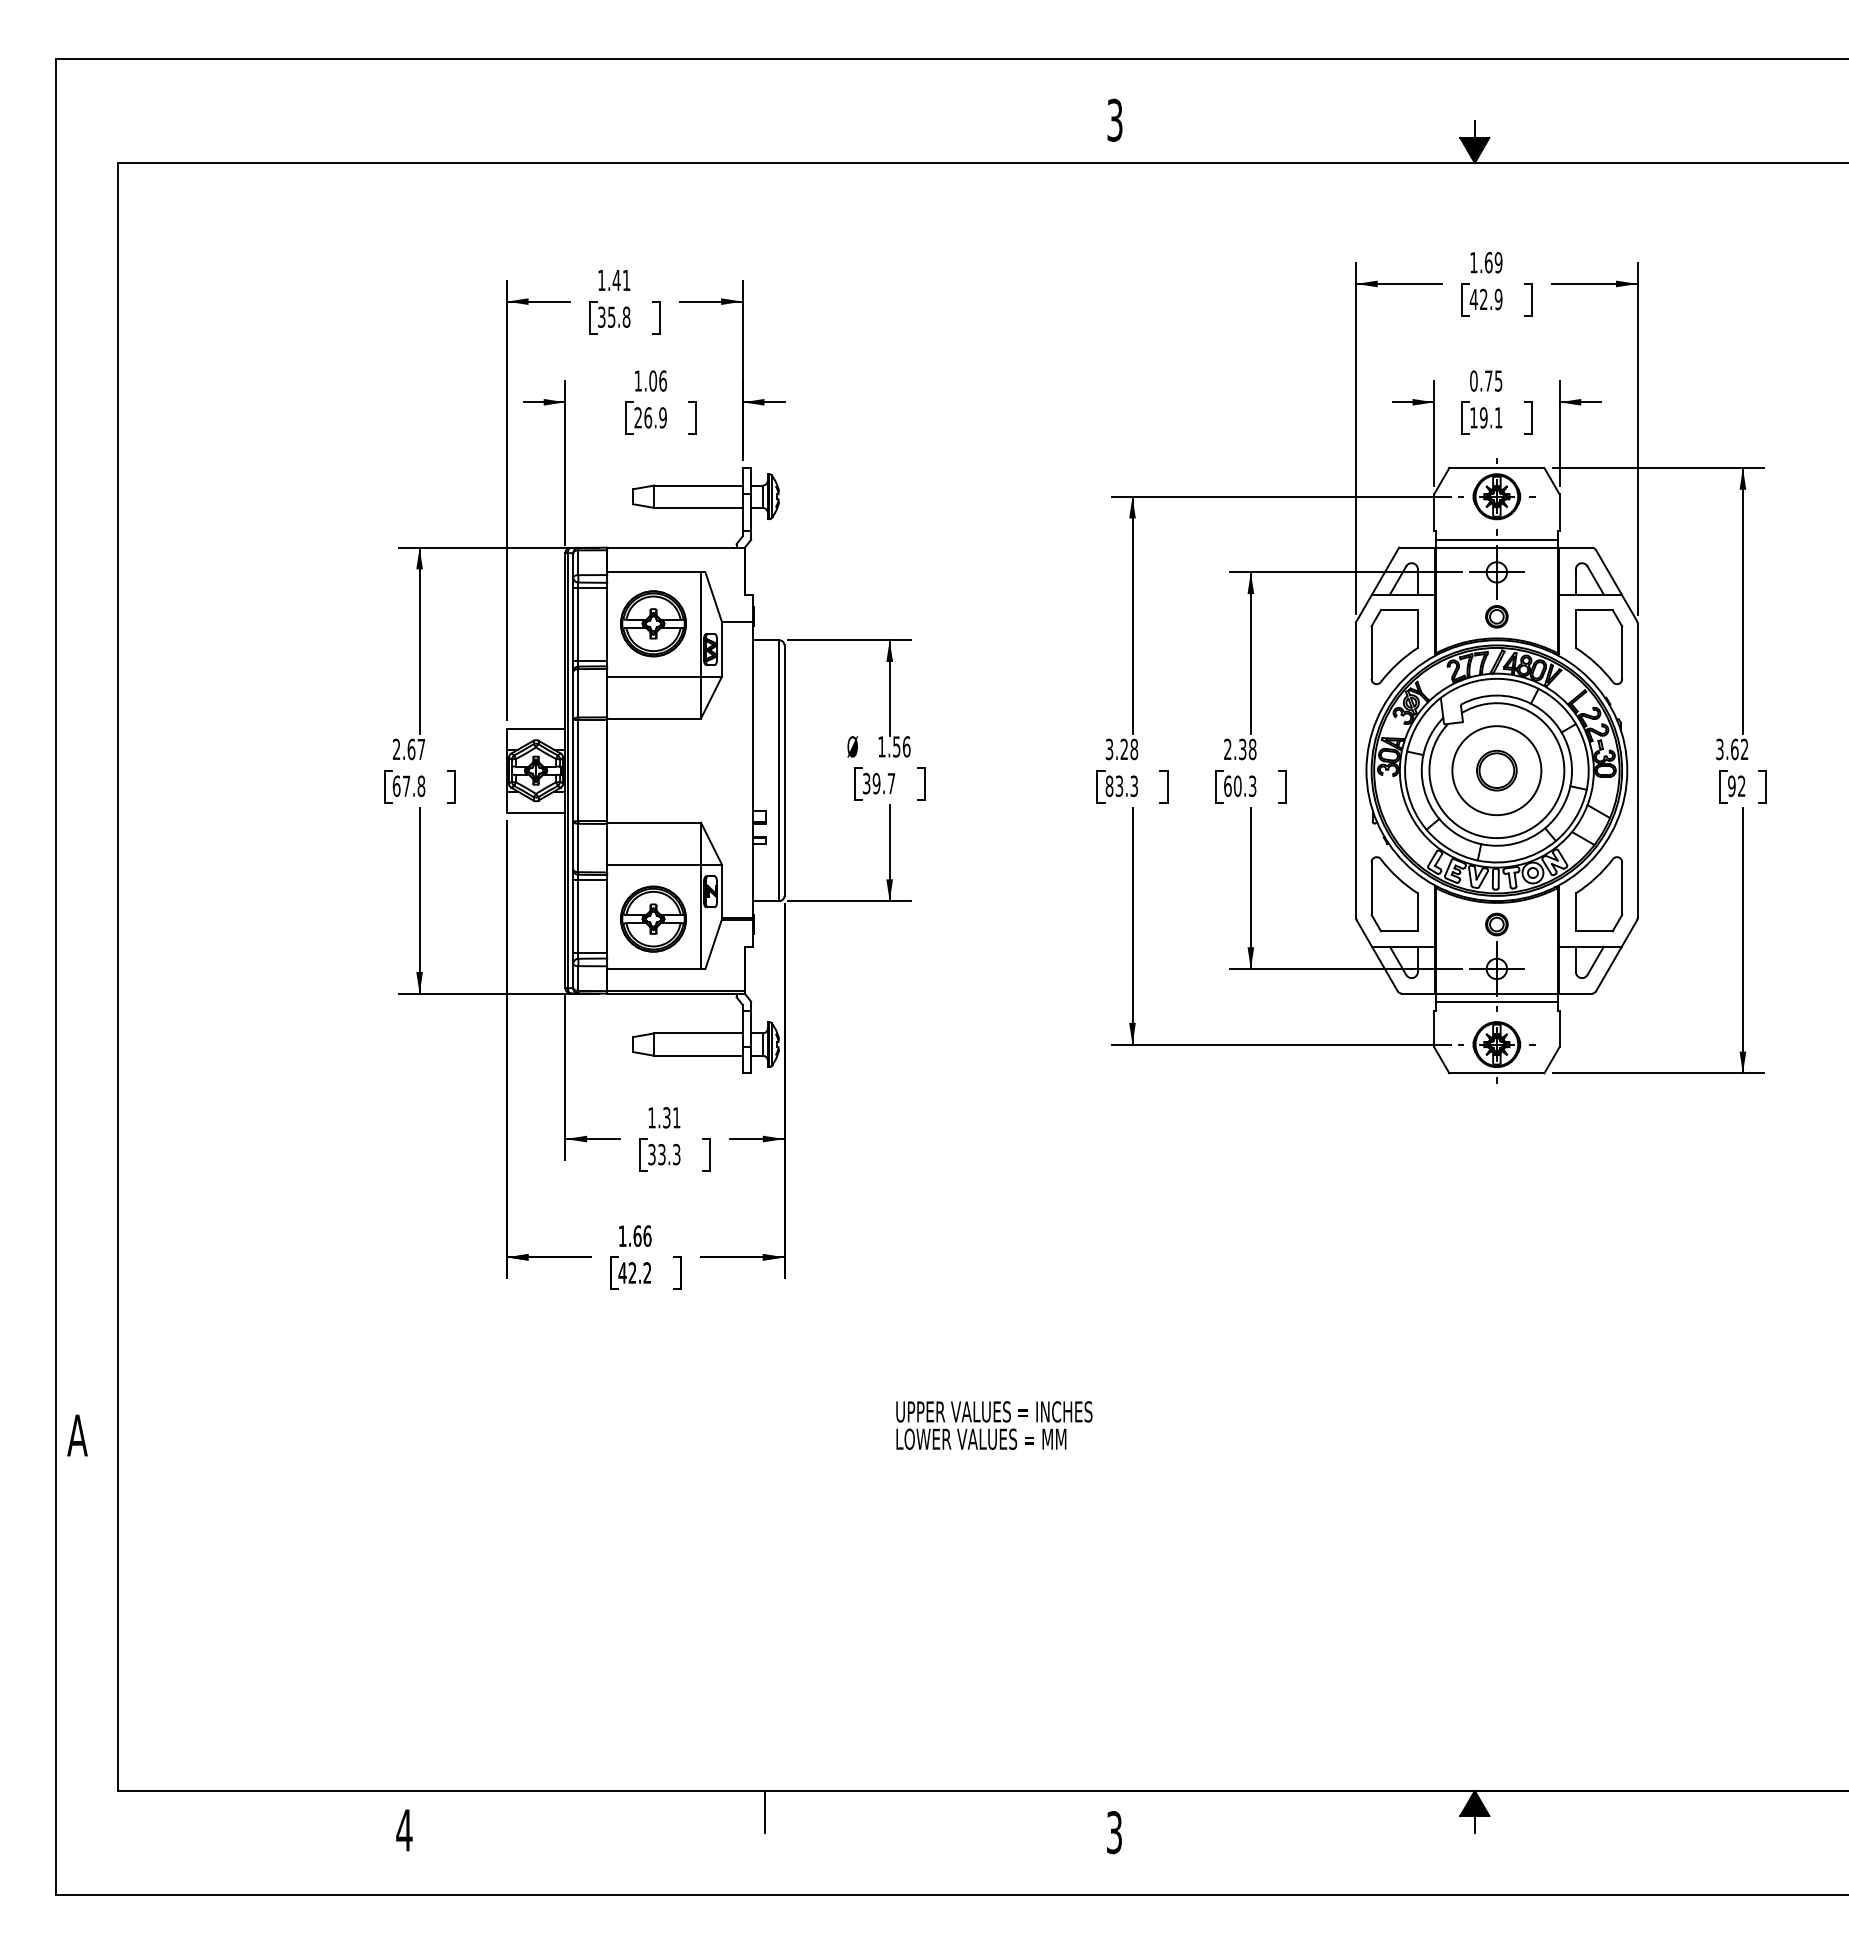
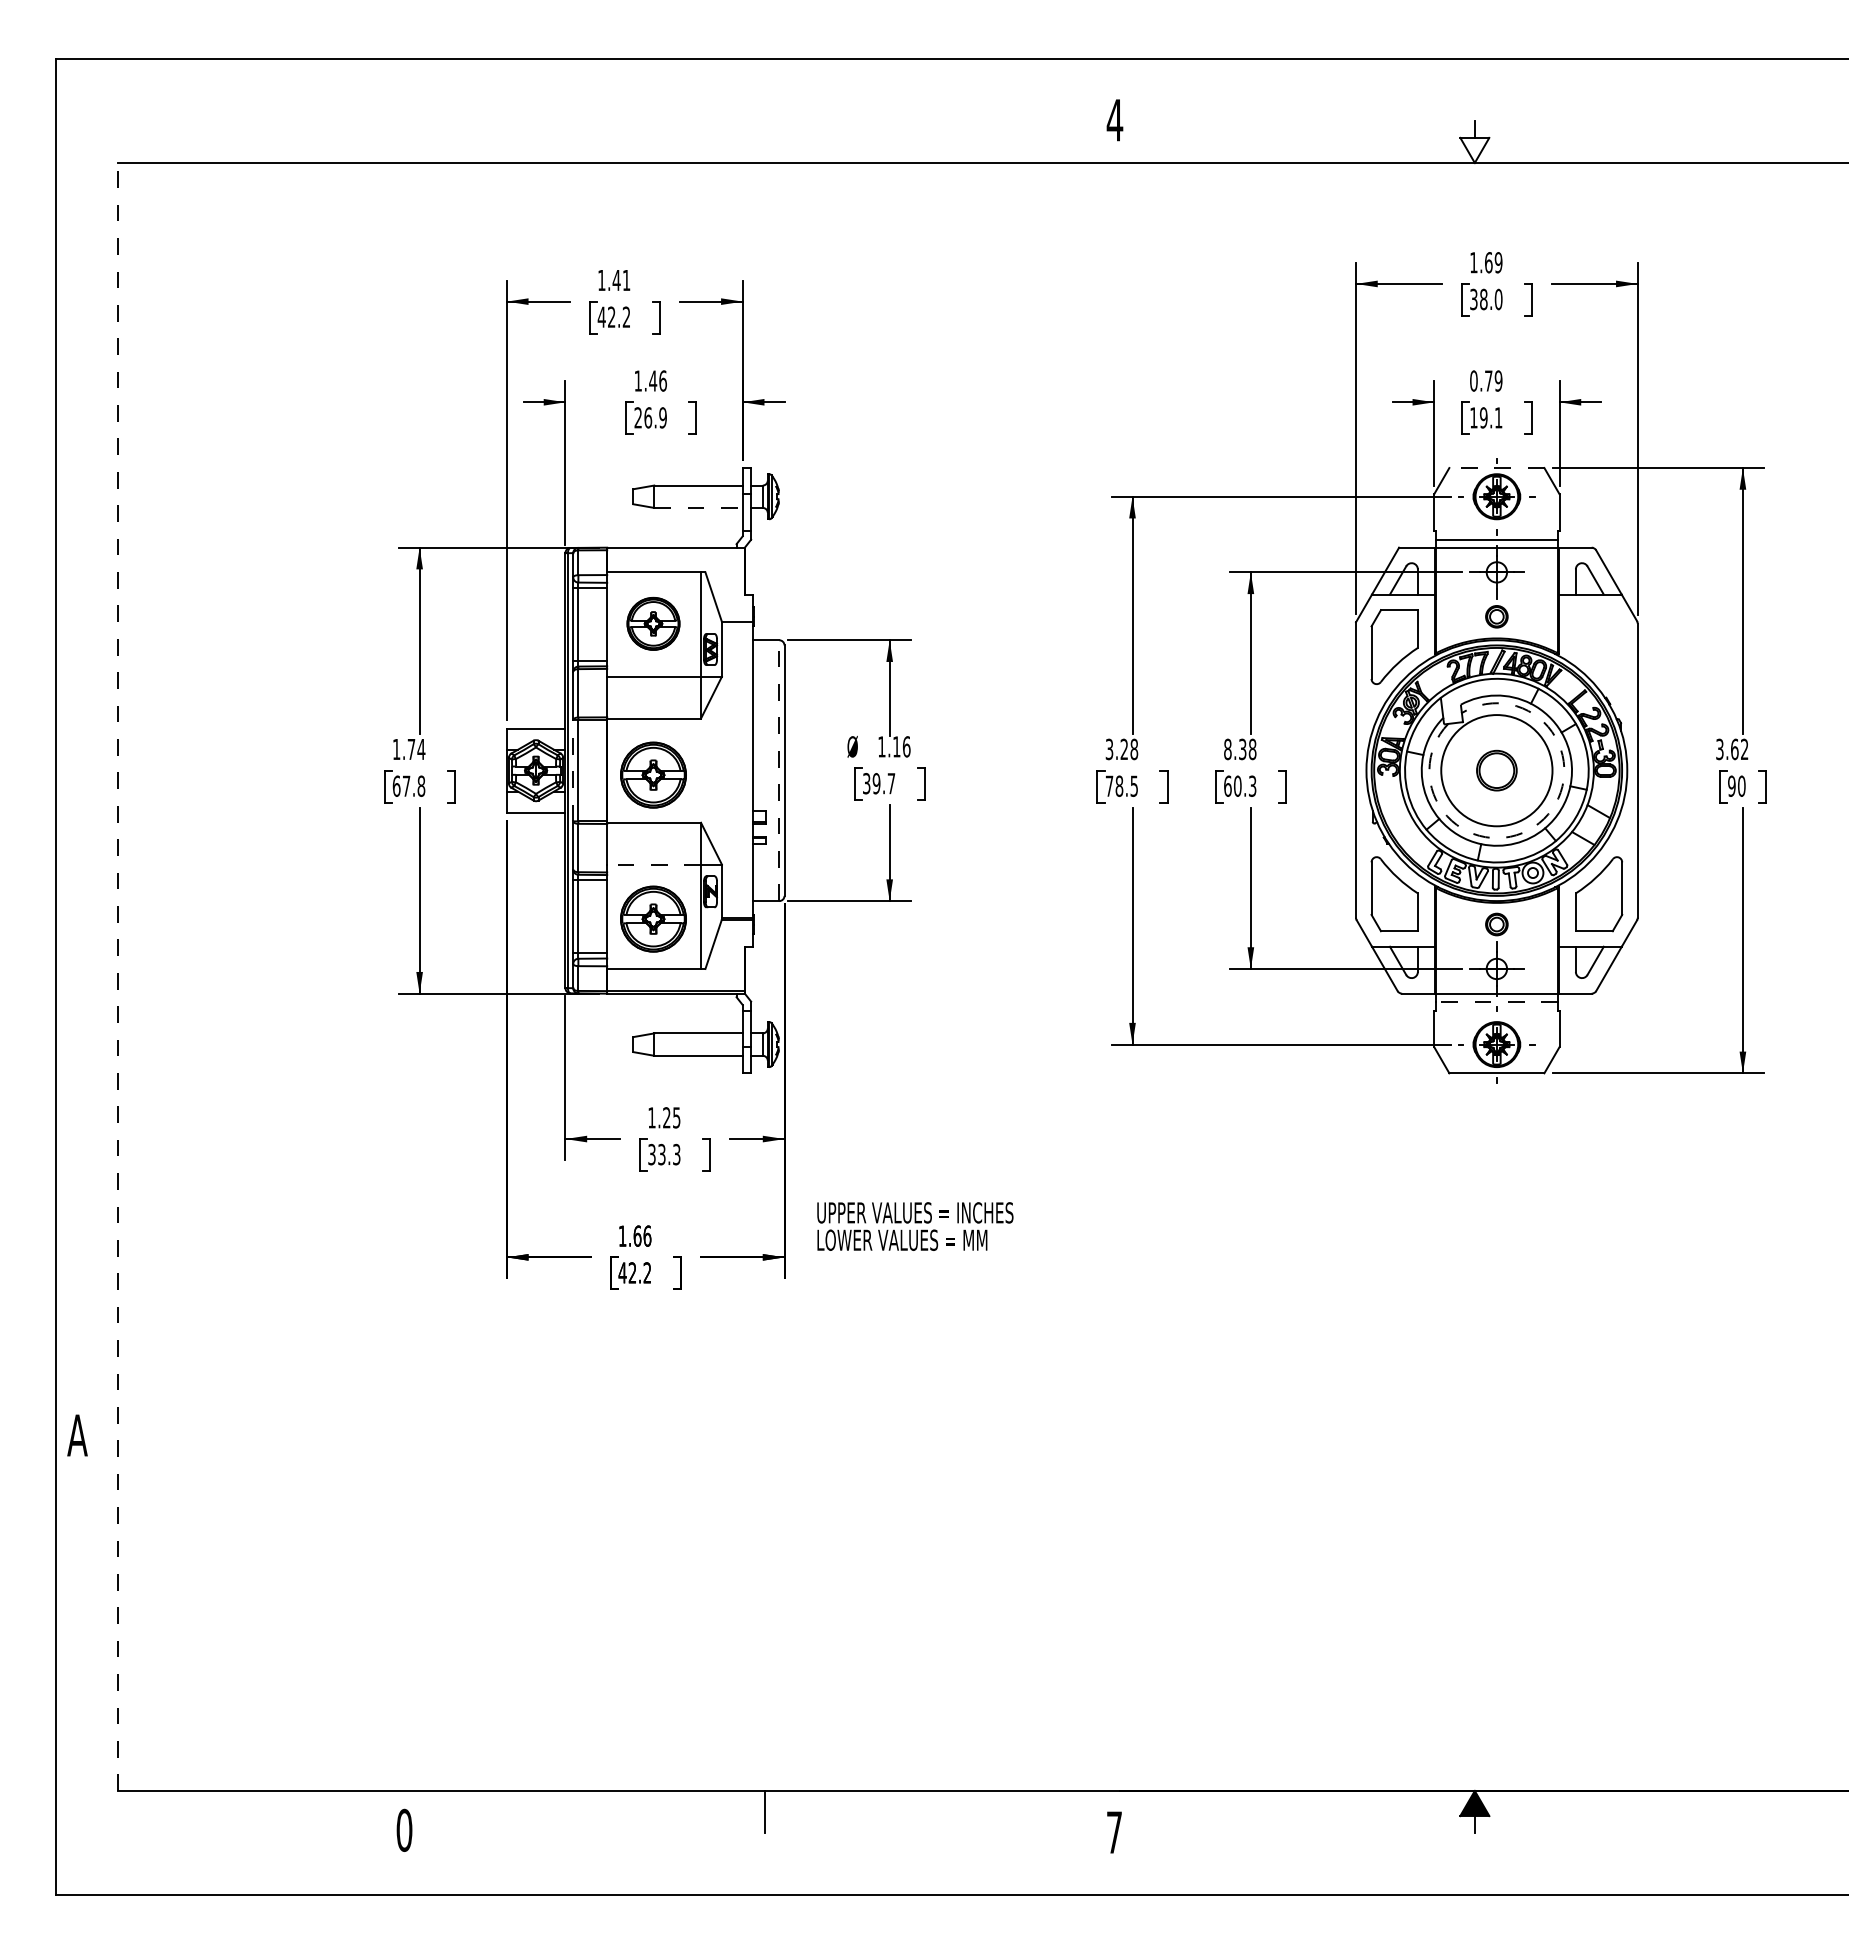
text at (1114, 119): 3 -> 4
fill at (1474, 149): present -> none
text at (1485, 299): 42.9 -> 38.0
text at (613, 316): 35.8 -> 42.2
text at (653, 380): 1.06 -> 1.46
text at (1498, 380): 0.75 -> 0.79
line at (1496, 468): solid -> dashed
line at (699, 507): solid -> dashed
part at (653, 623) size: 67x68 px -> 55x55 px
part at (1599, 646): present -> none
text at (896, 746): 1.56 -> 1.16
text at (408, 749): 2.67 -> 1.74
text at (1227, 749): 2.38 -> 8.38
line at (573, 770): solid -> dashed
line at (779, 770): solid -> dashed
circle at (1496, 770) diameter: 89 px -> 111 px
part at (653, 774): none -> present
text at (1121, 785): 83.3 -> 78.5
text at (1741, 785): 92 -> 90
arc at (1539, 823): solid -> dashed
line at (654, 864): solid -> dashed
line at (118, 976): solid -> dashed
line at (1496, 1001): solid -> dashed
text at (671, 1117): 1.31 -> 1.25
text at (994, 1425) position: (994, 1425) -> (915, 1226)
text at (404, 1829): 4 -> 0
text at (1114, 1832): 3 -> 7
